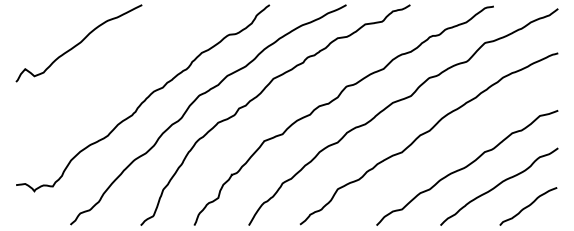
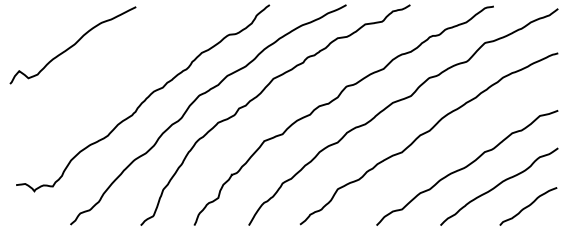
curve at (78, 43) position: (78, 43) -> (72, 45)
